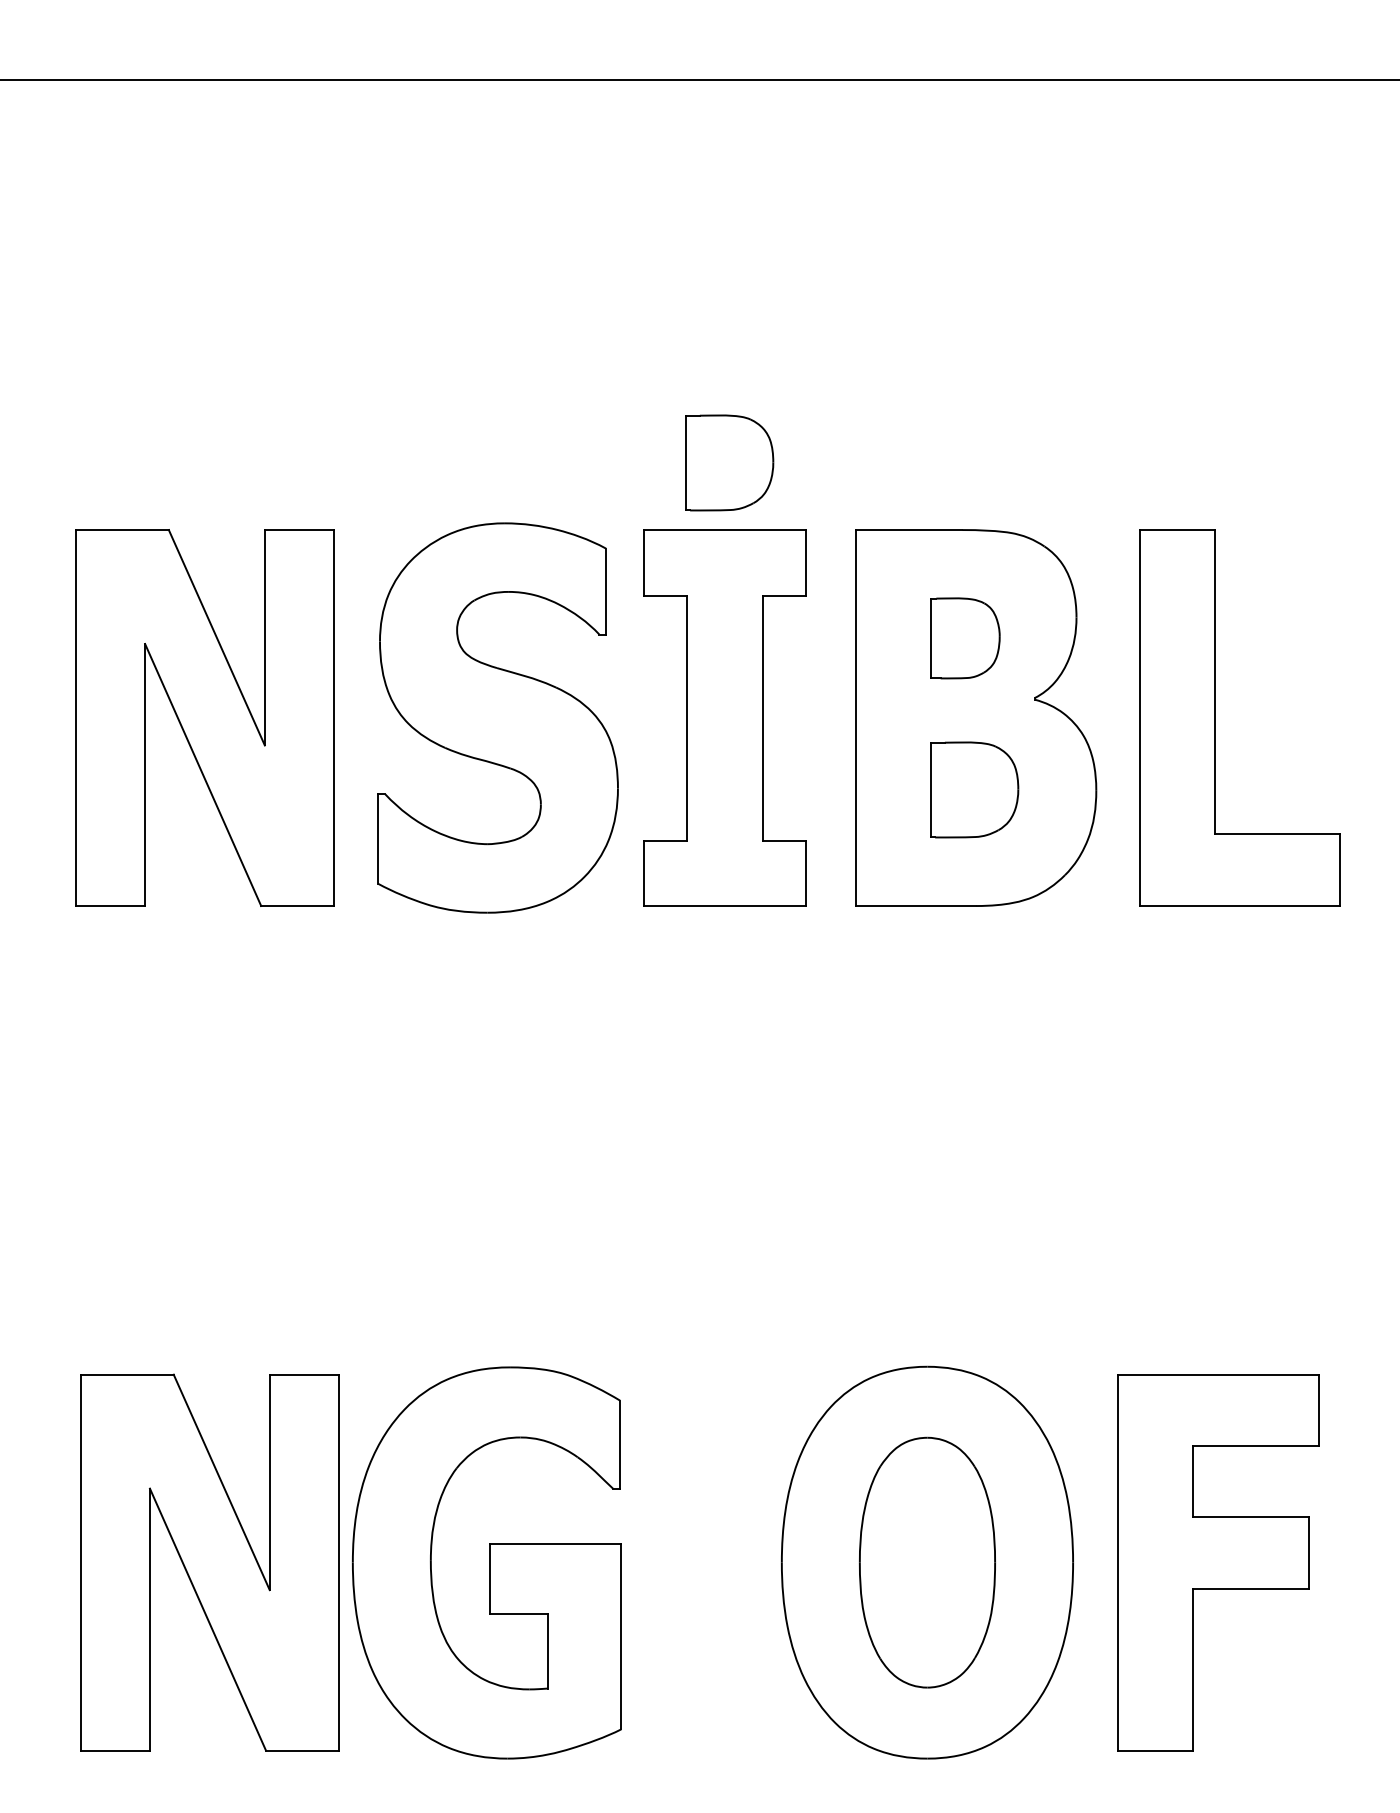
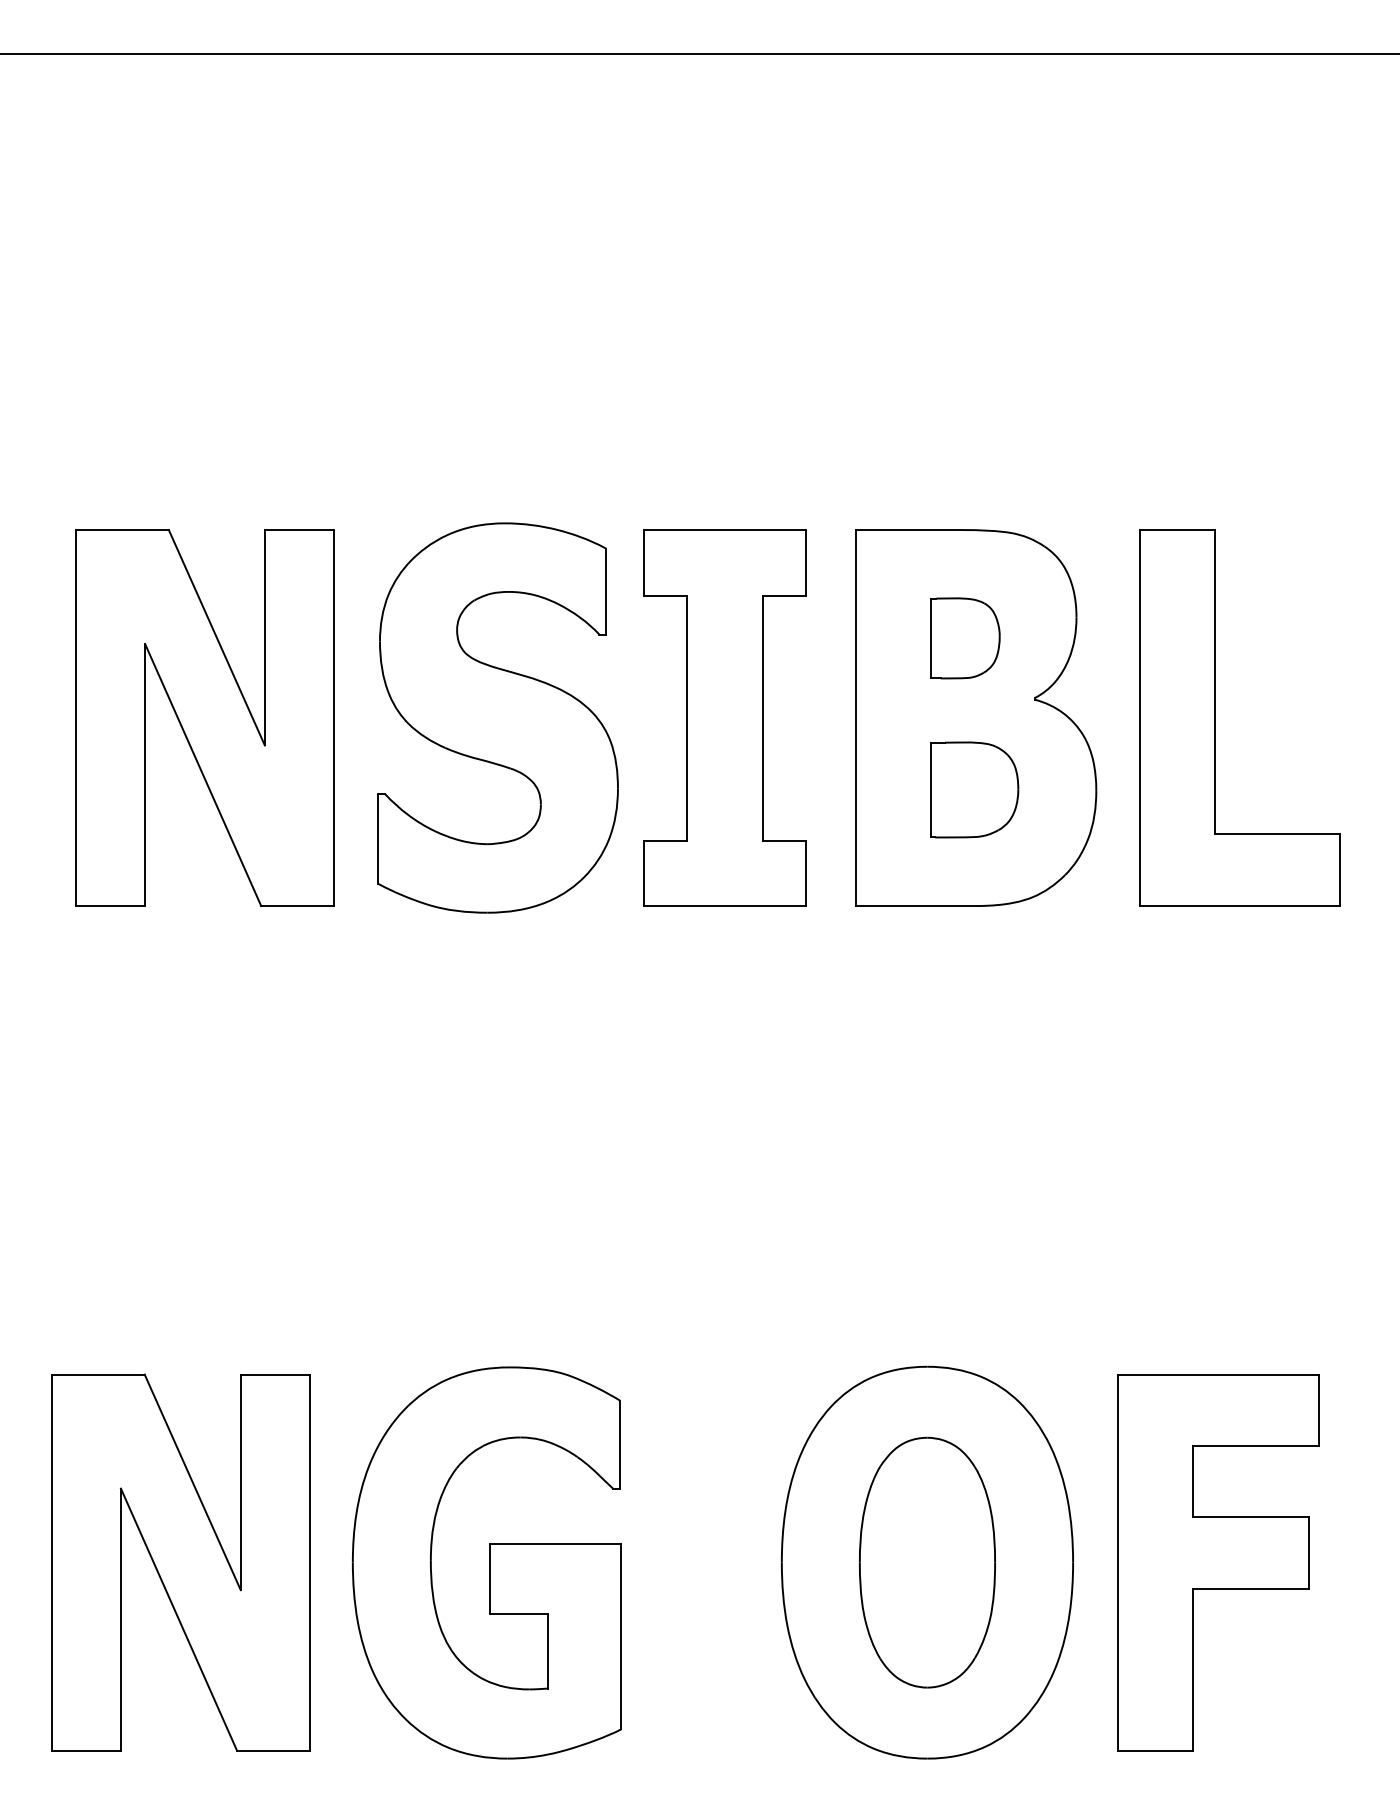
line at (699, 80) position: (699, 80) -> (699, 54)
part at (729, 462): present -> none
part at (209, 1562) position: (209, 1562) -> (180, 1562)
